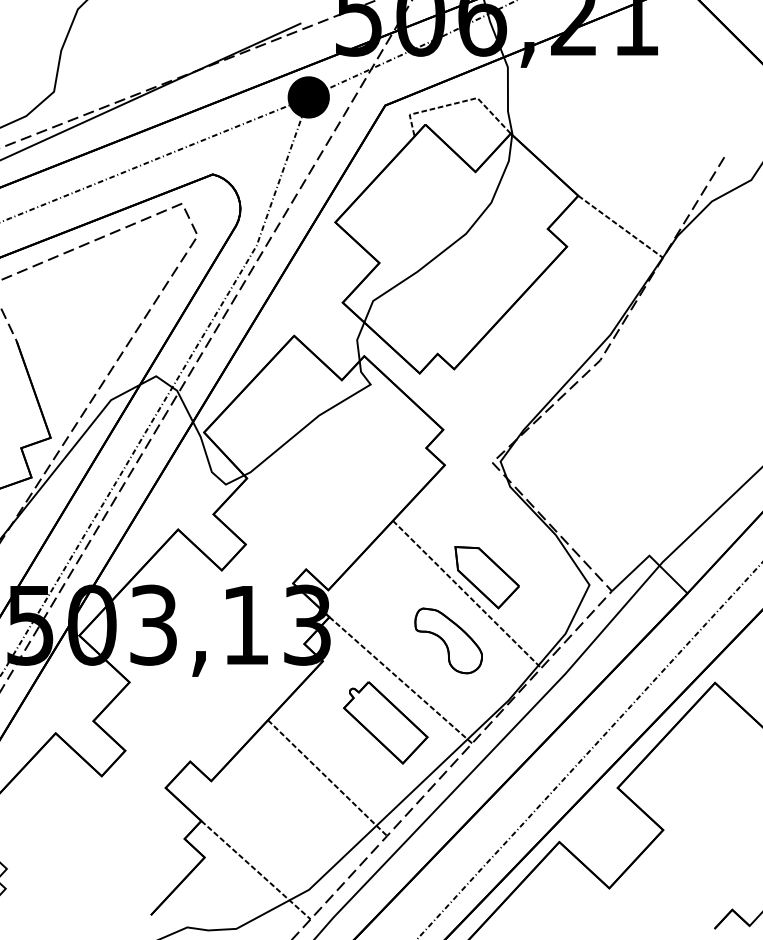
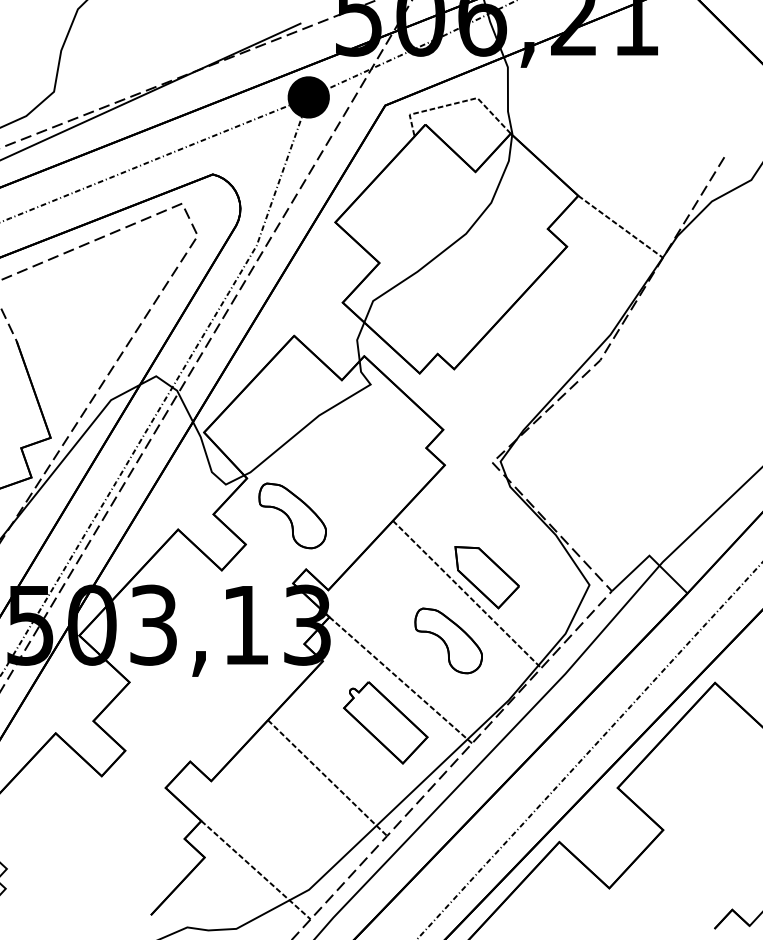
part at (292, 515): none -> present
